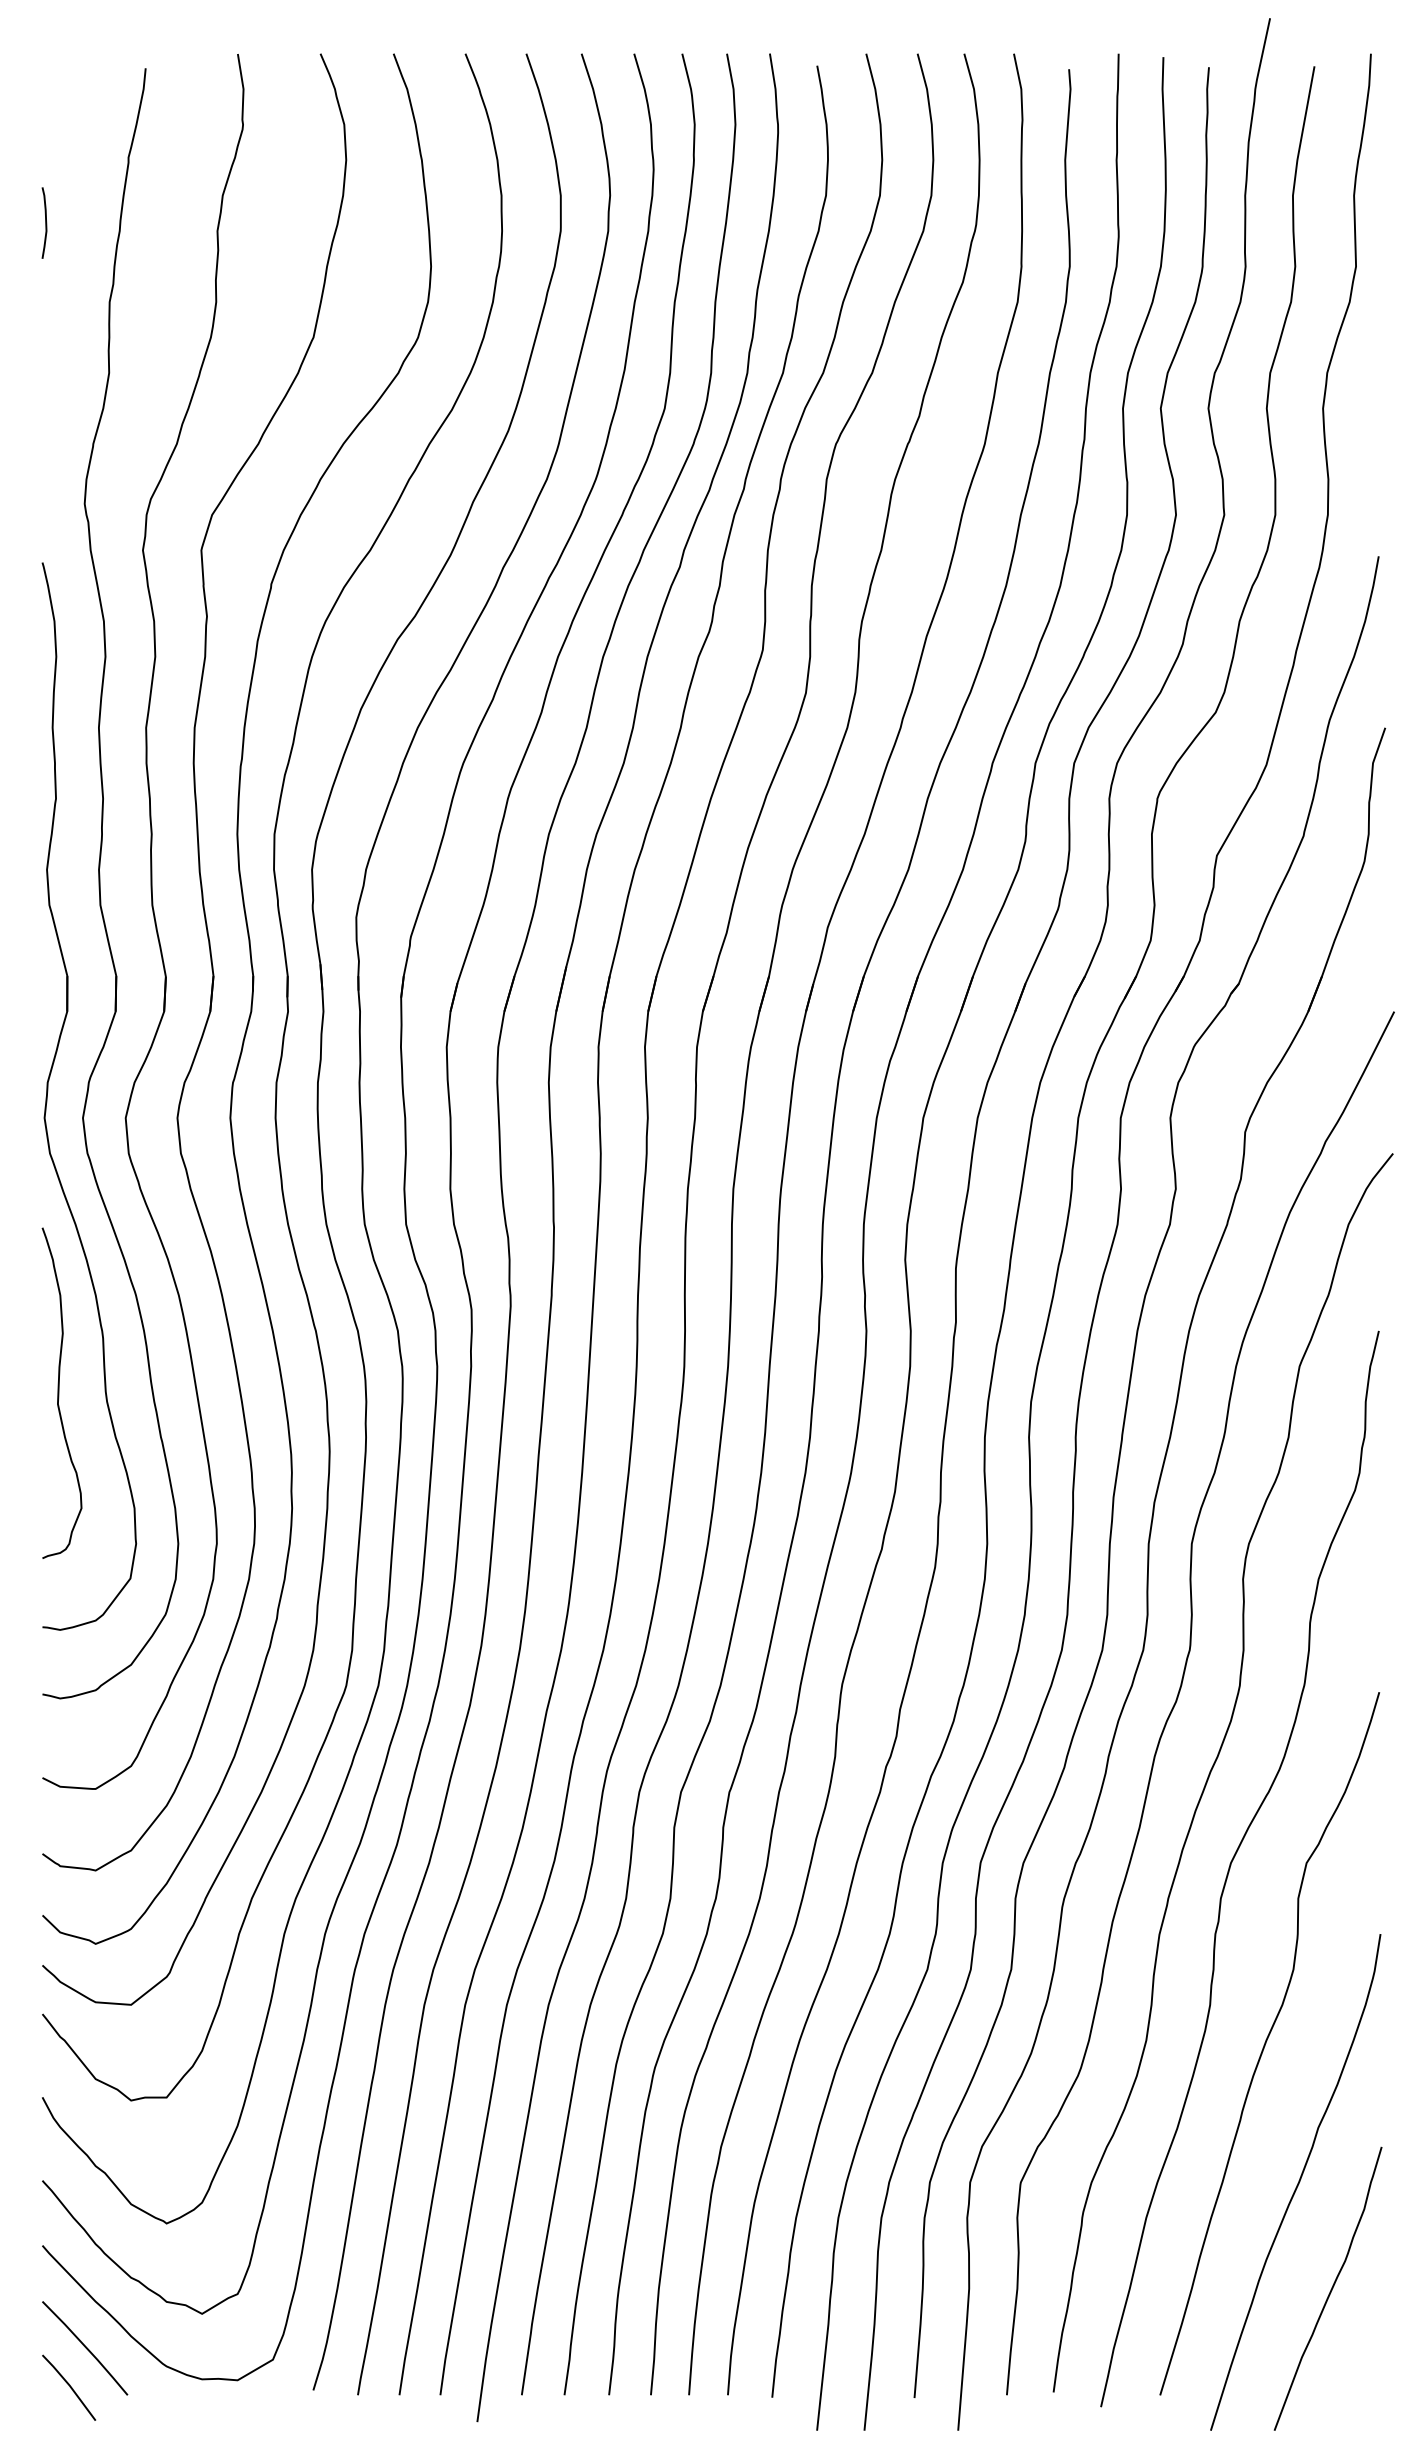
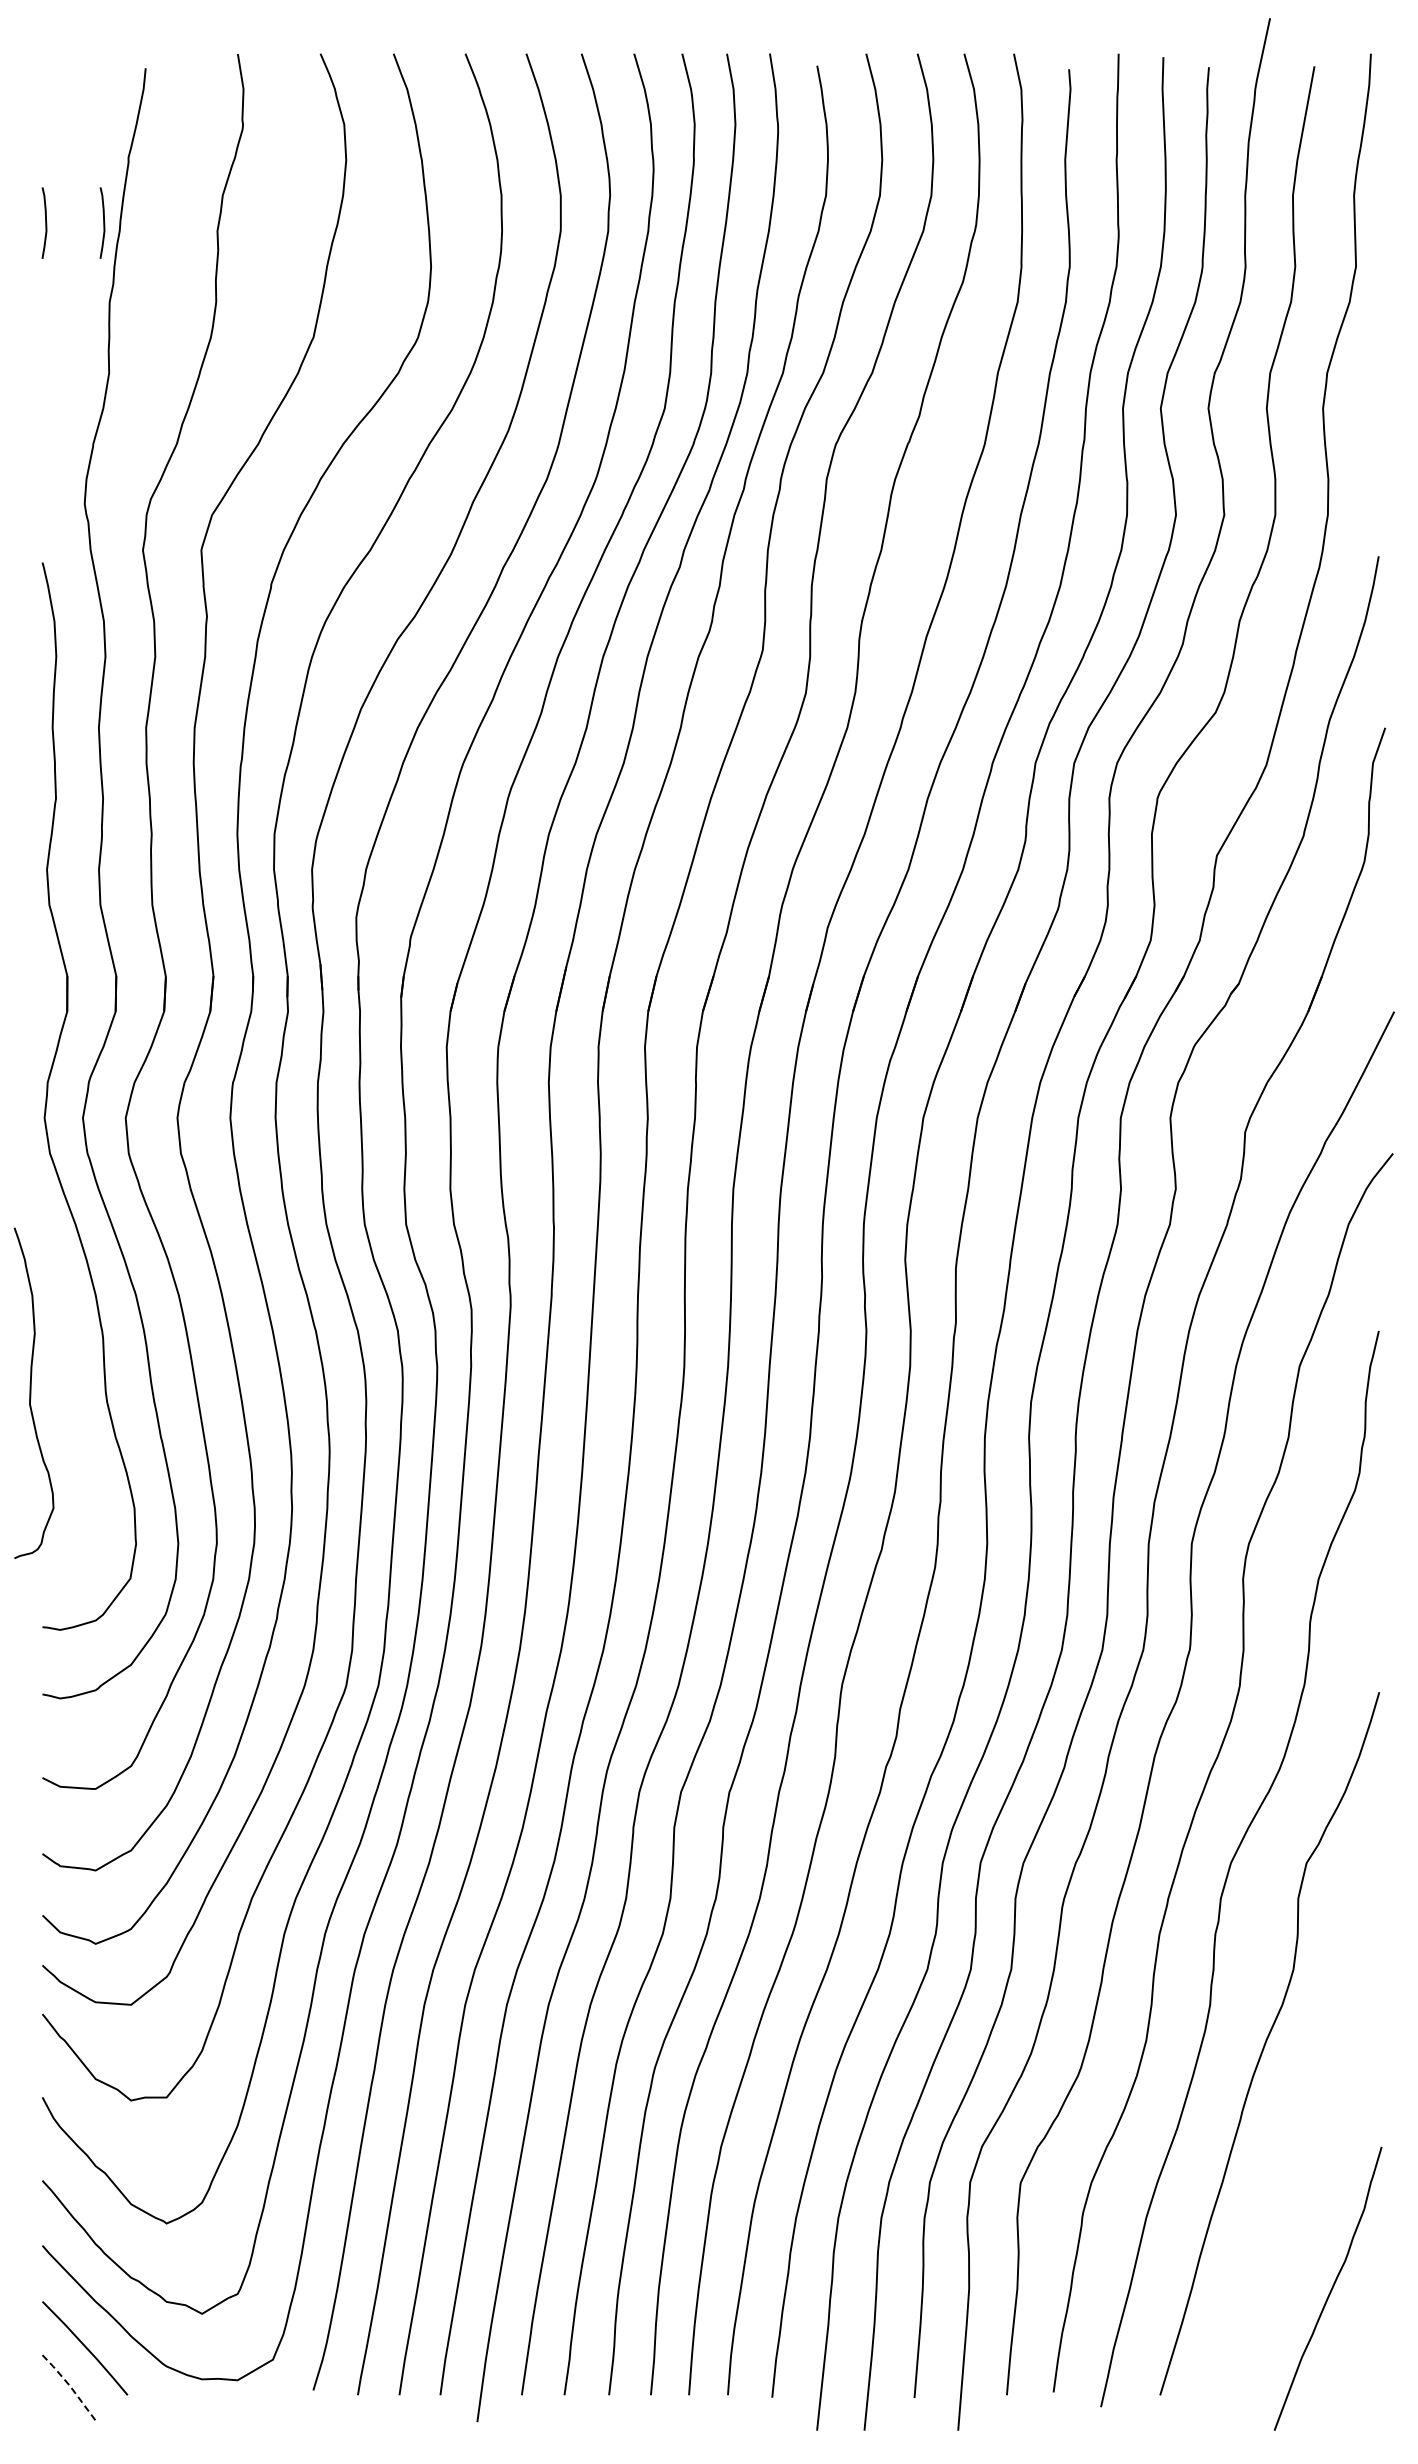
curve at (103, 222): none -> present
curve at (59, 1392) position: (59, 1392) -> (31, 1392)
curve at (1297, 2183): present -> none
line at (69, 2385): solid -> dashed
